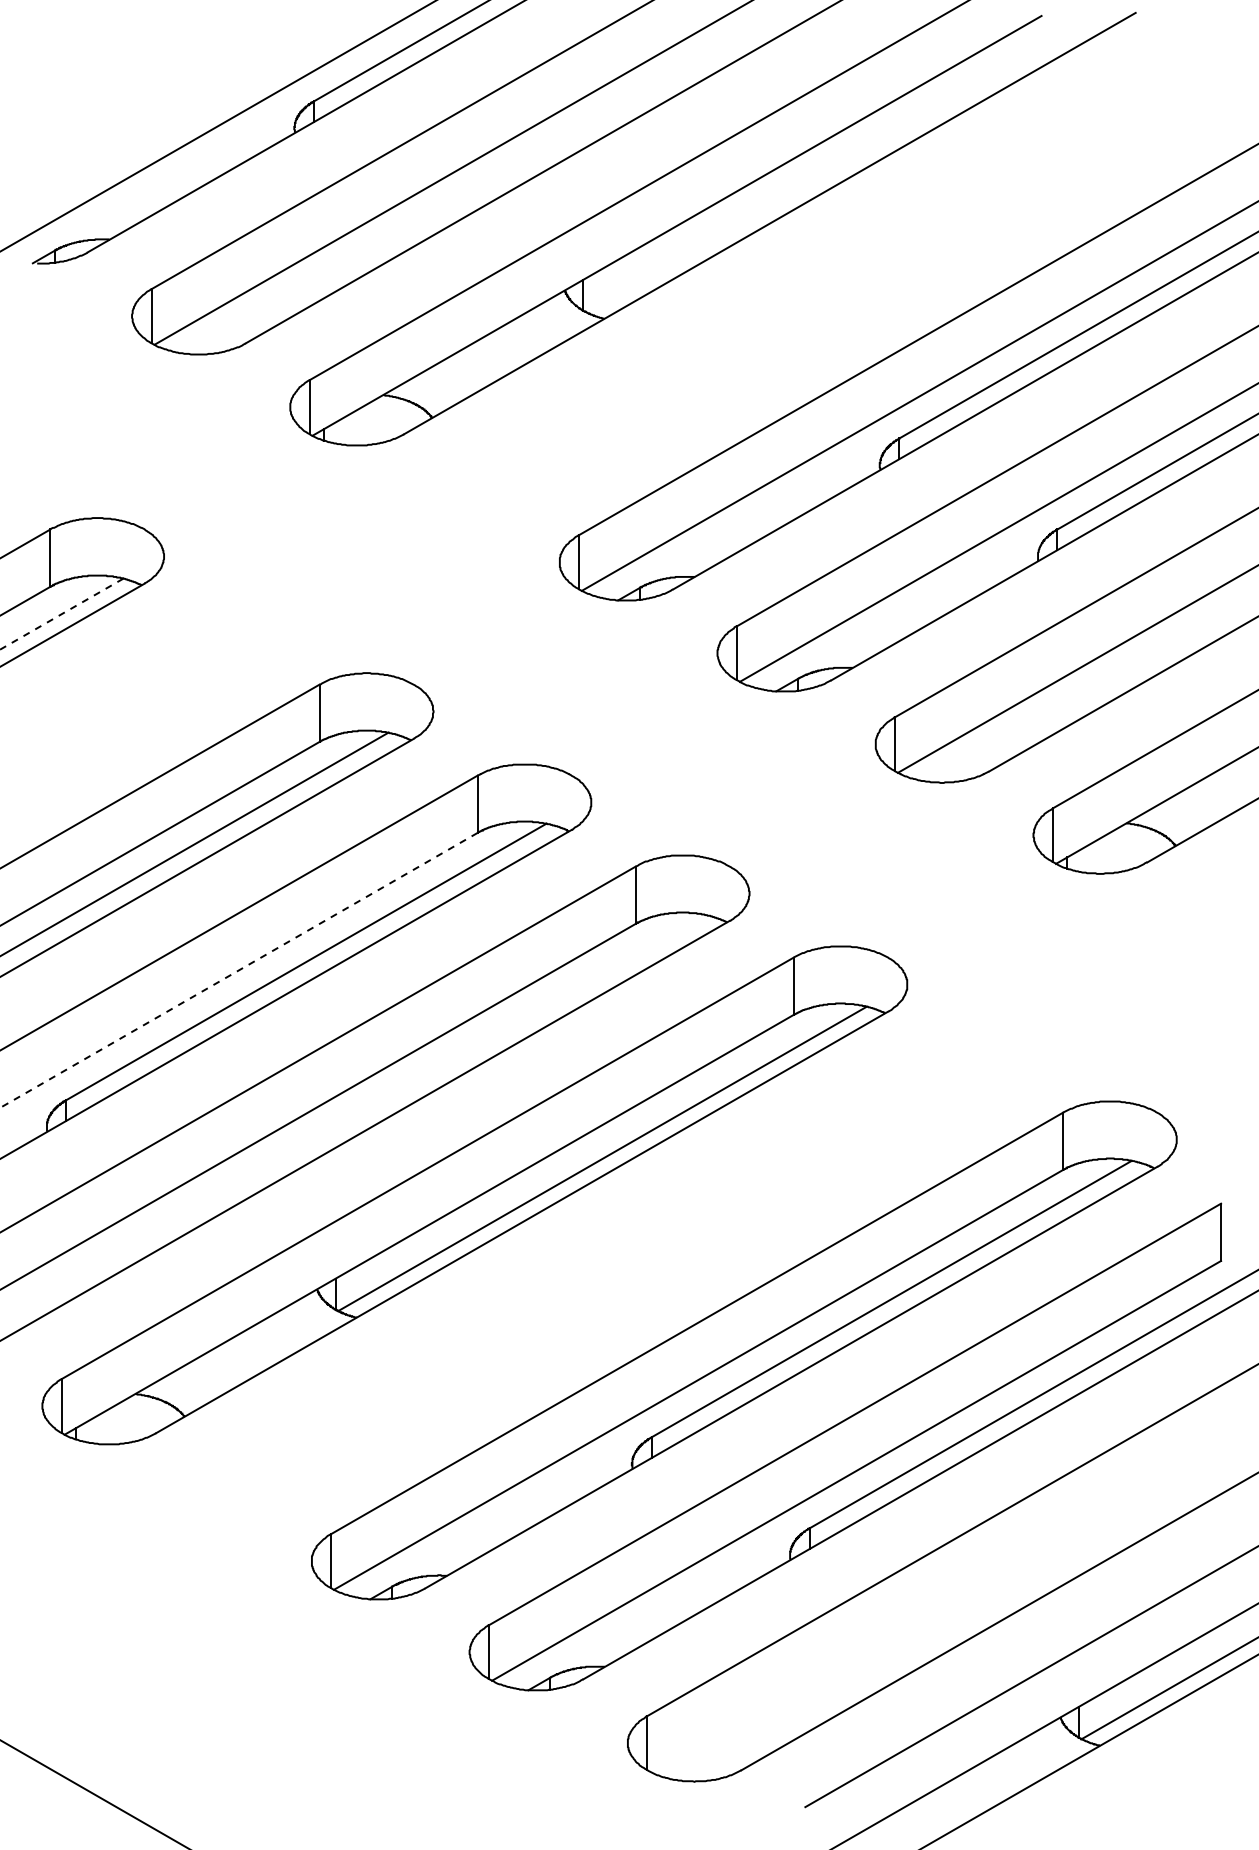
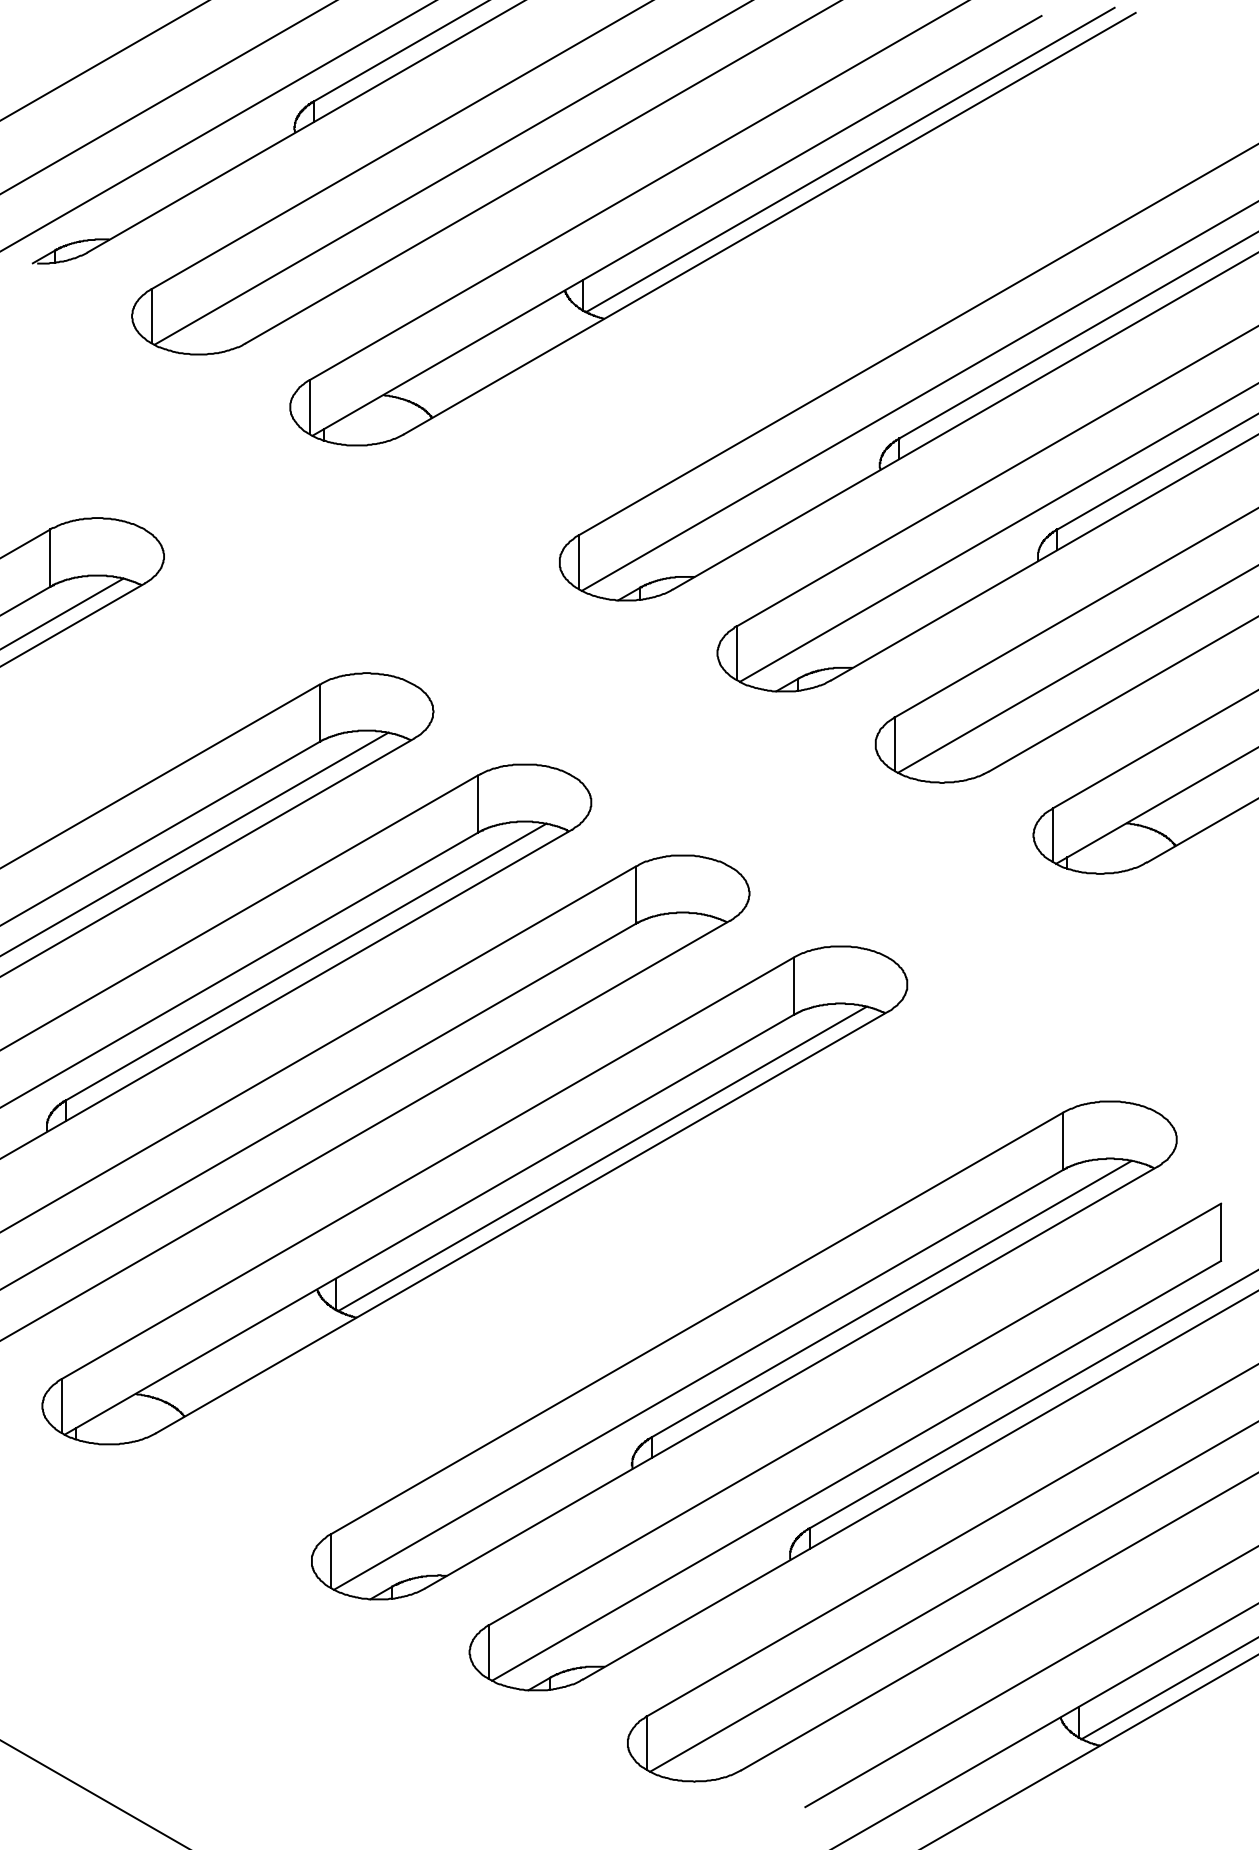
line at (104, 60): none -> present
line at (167, 97): none -> present
line at (850, 159): none -> present
line at (61, 614): dashed -> solid
line at (238, 970): dashed -> solid
line at (952, 1597): none -> present
